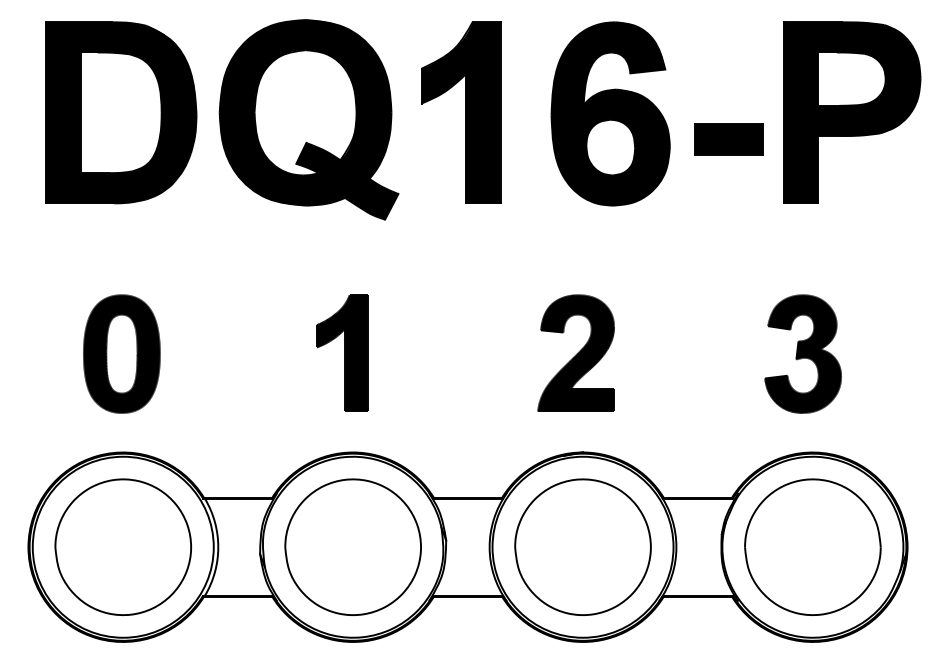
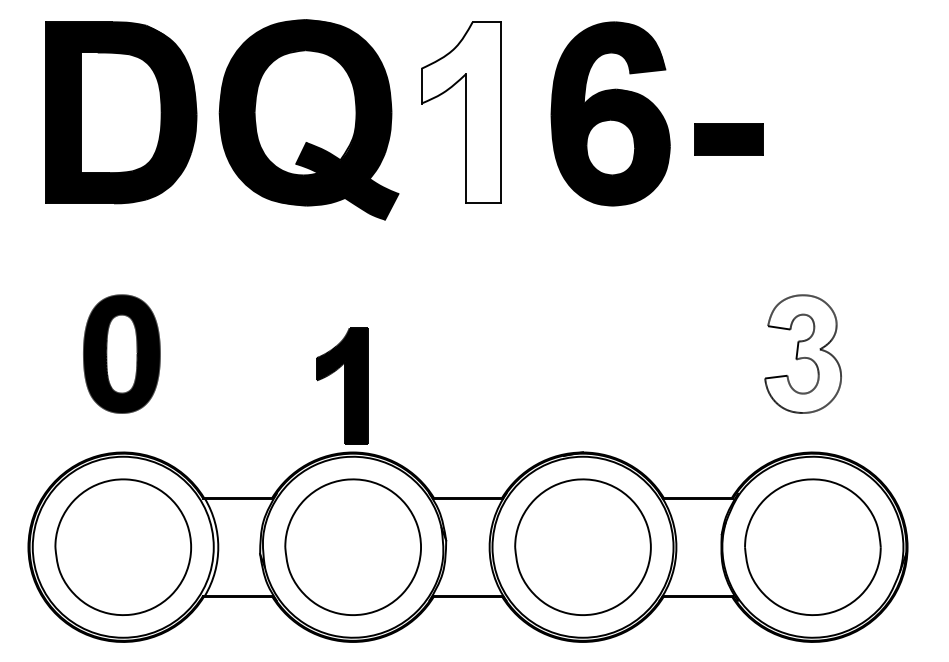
fill at (460, 112): present -> none
part at (852, 112): present -> none
part at (342, 352) position: (342, 352) -> (342, 385)
part at (575, 352): present -> none
fill at (803, 353): present -> none
